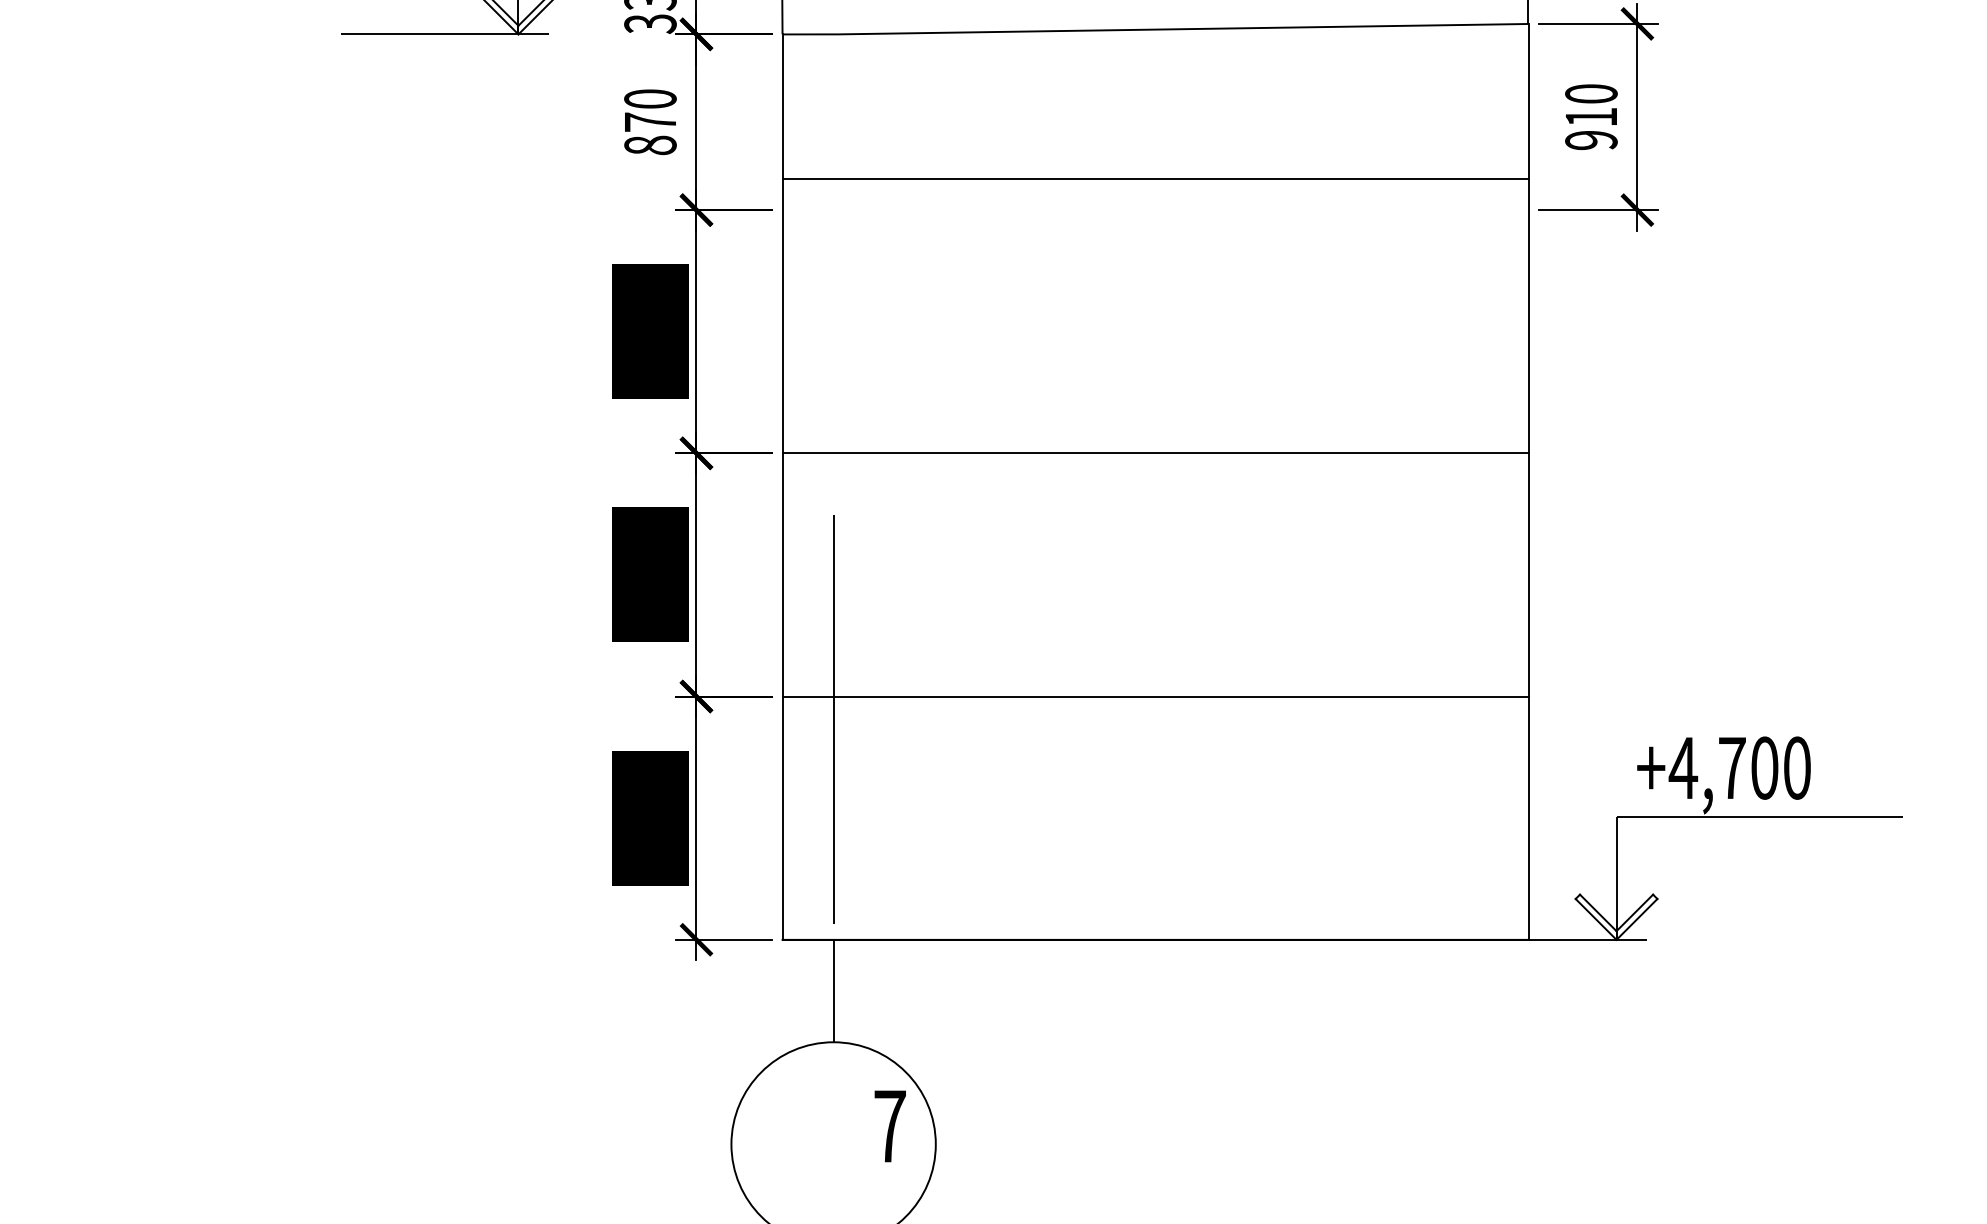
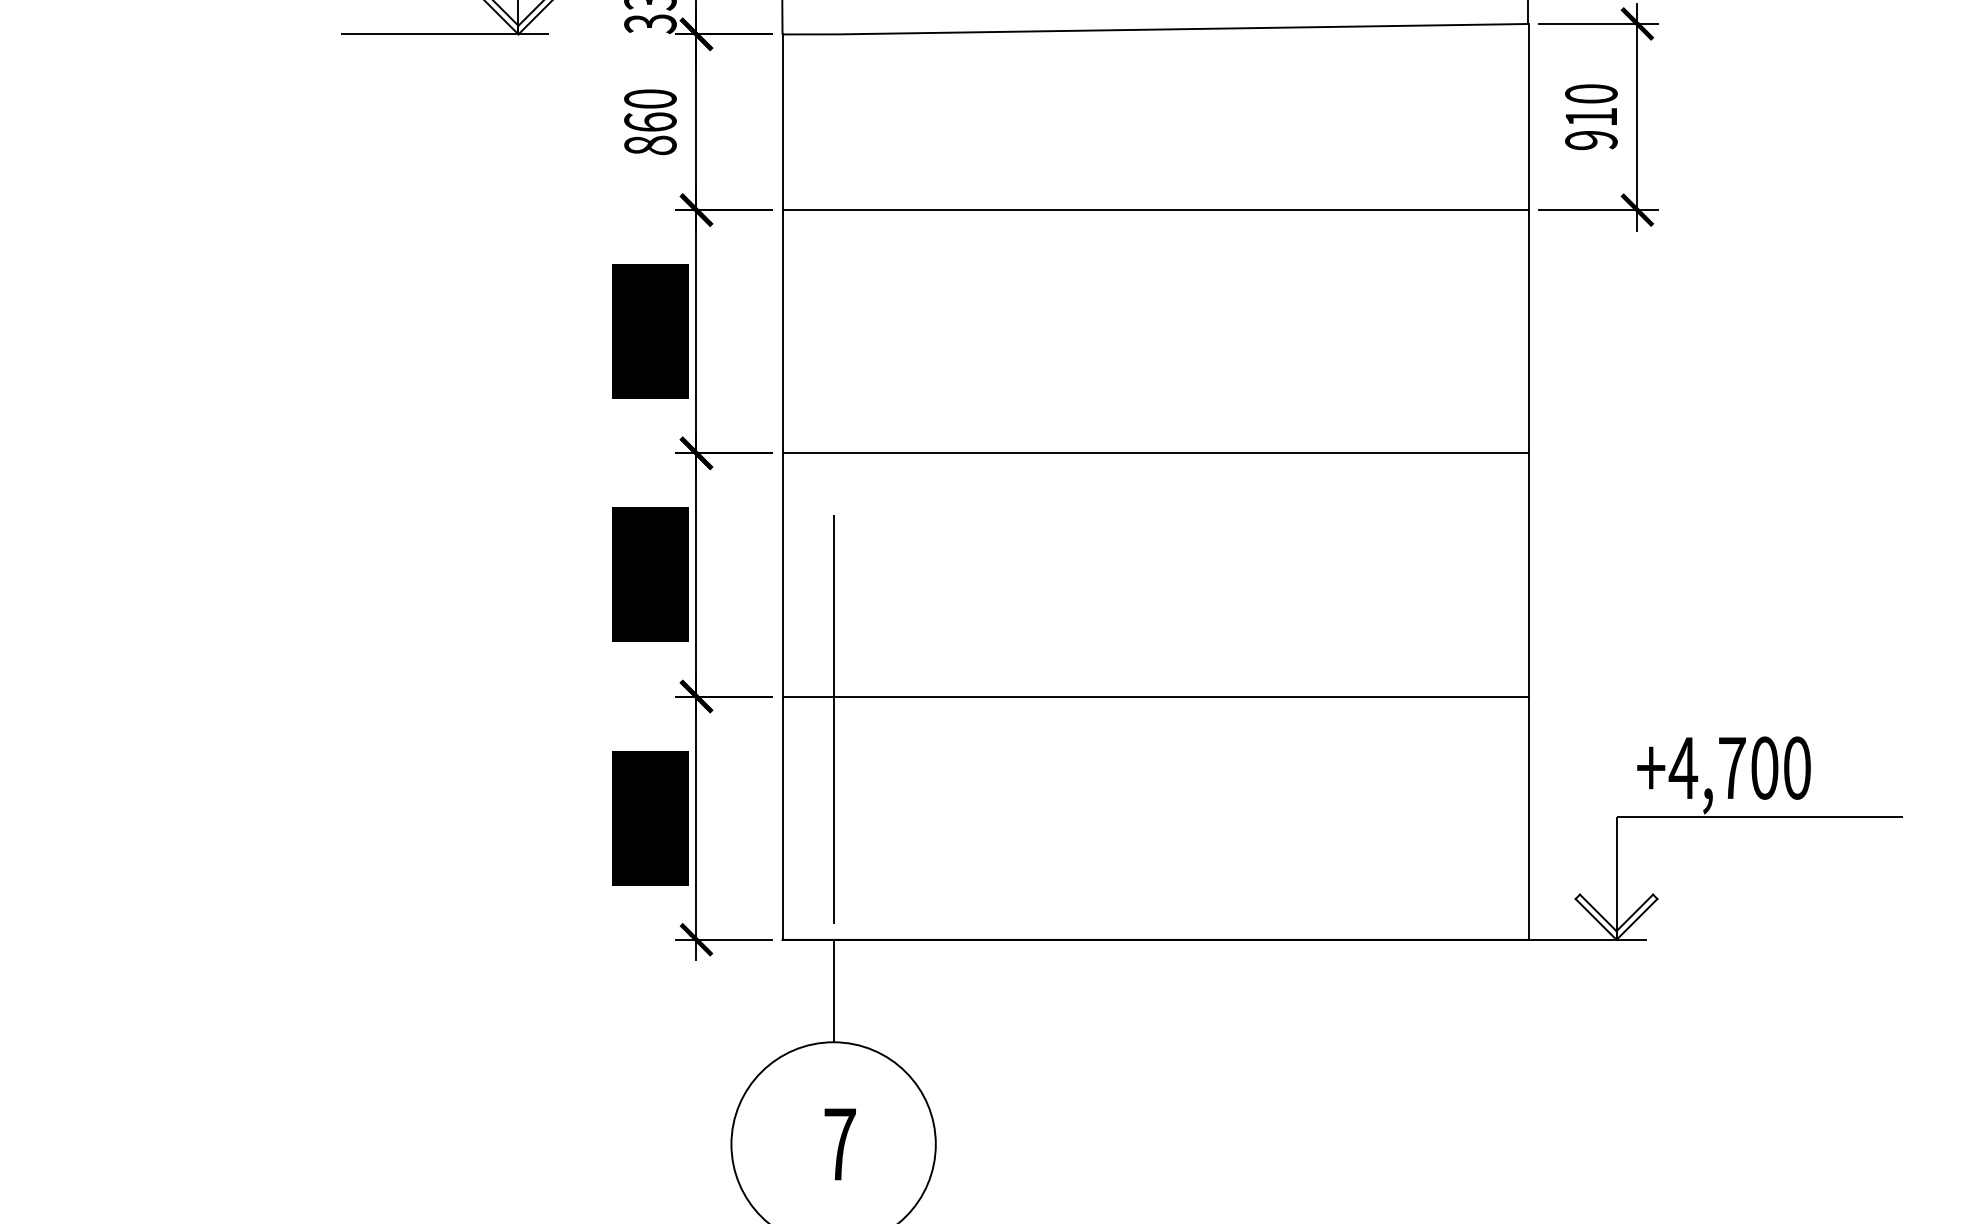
text at (650, 121): 870 -> 860
line at (1155, 179) position: (1155, 179) -> (1155, 210)
text at (889, 1126) position: (889, 1126) -> (839, 1144)
